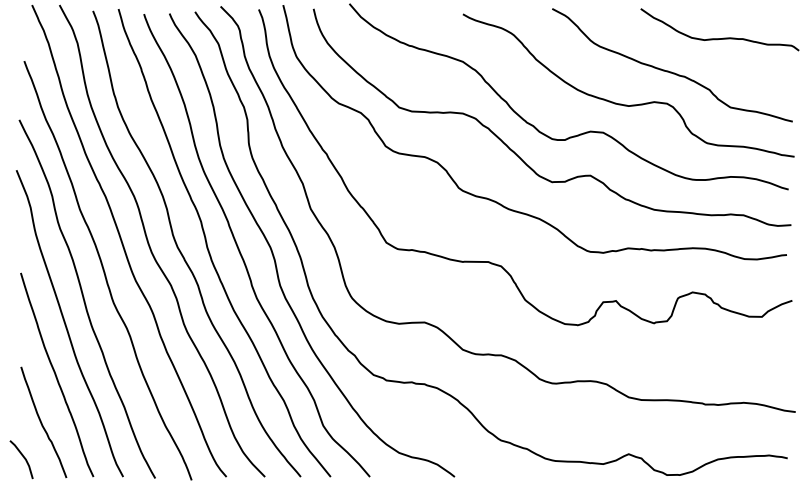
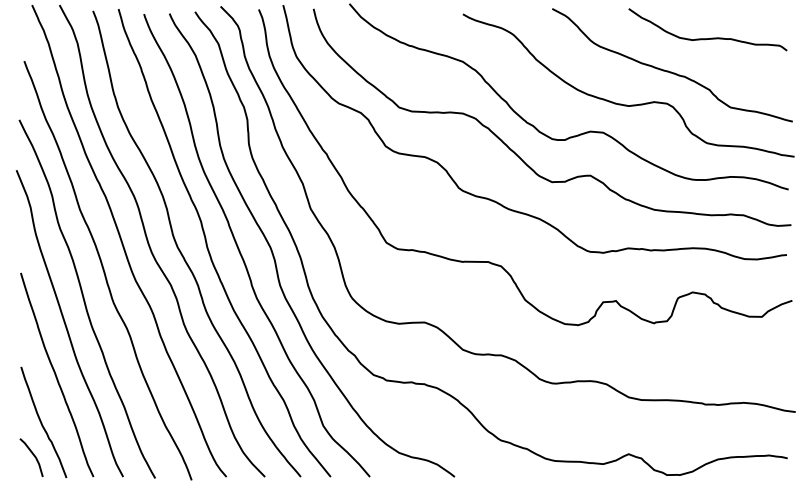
curve at (723, 37) position: (723, 37) -> (711, 37)
line at (23, 458) position: (23, 458) -> (33, 456)
